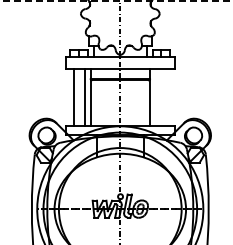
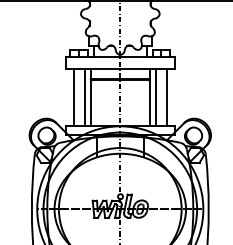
line at (116, 0): dashed -> solid
line at (155, 96): none -> present
line at (166, 96): none -> present
